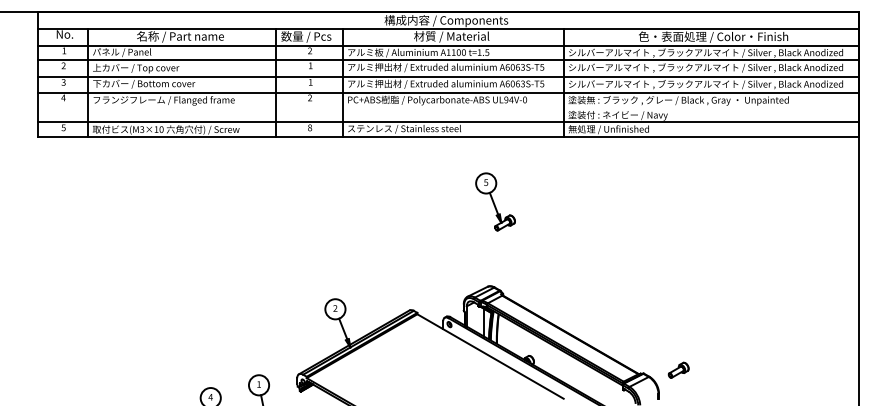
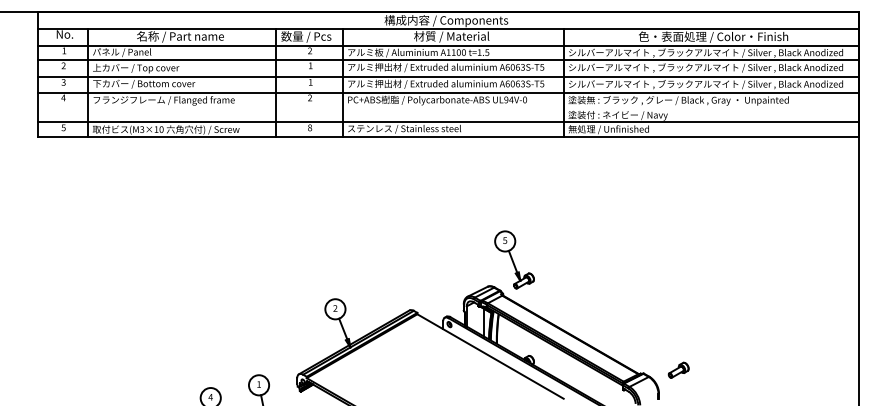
part at (495, 201) position: (495, 201) -> (514, 259)
